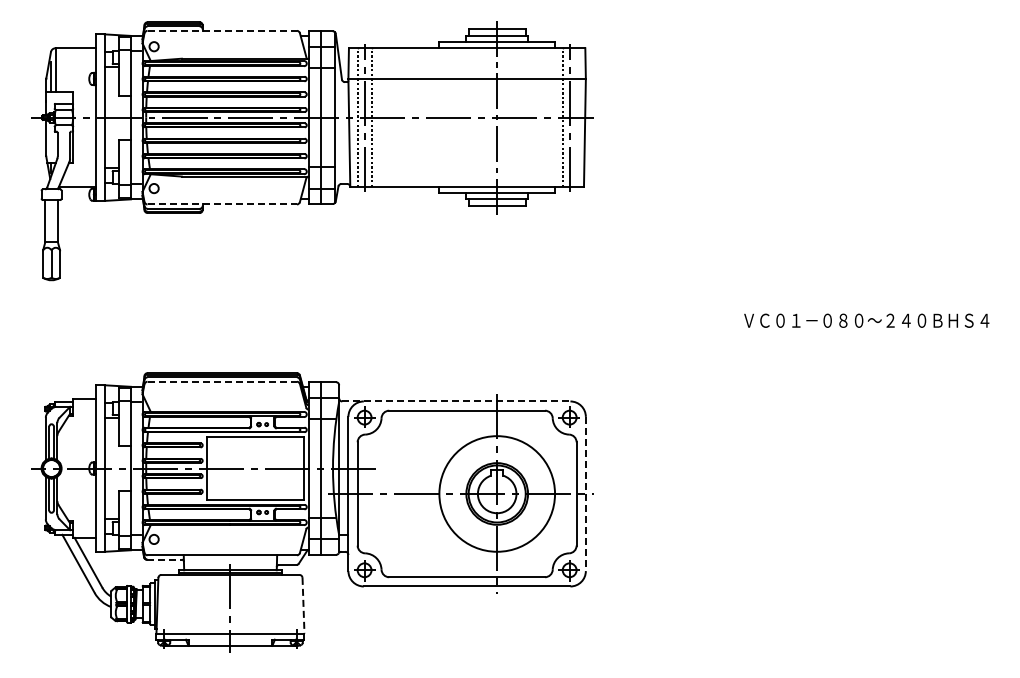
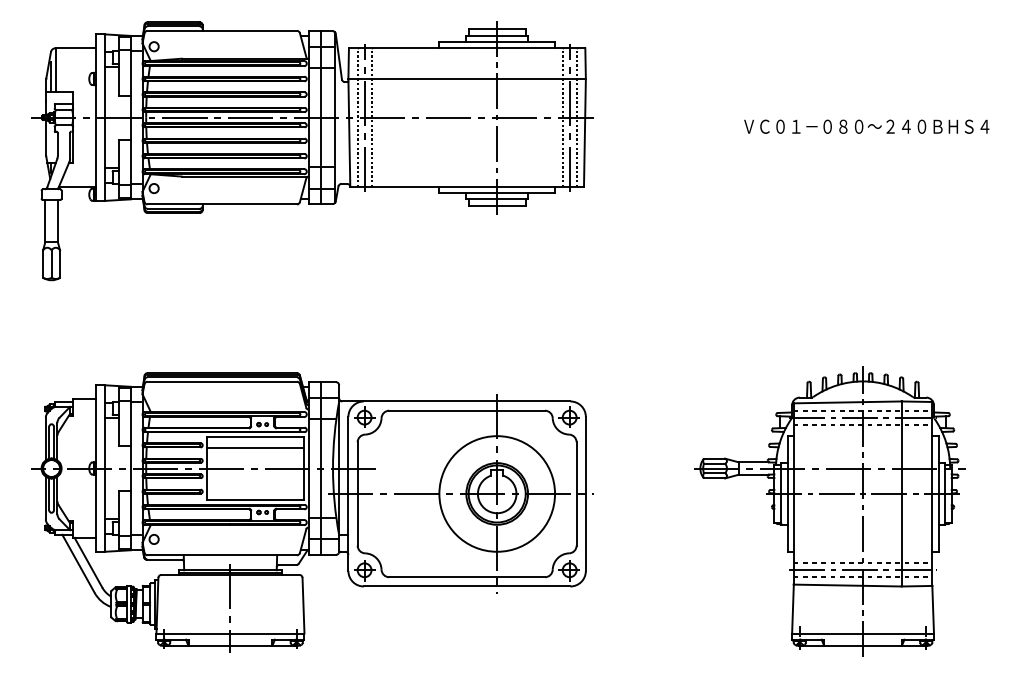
line at (222, 30): dashed -> solid
line at (576, 117): none -> present
line at (222, 204): dashed -> solid
text at (866, 320) position: (866, 320) -> (866, 126)
line at (222, 381): dashed -> solid
line at (456, 401): dashed -> solid
line at (255, 448): none -> present
line at (585, 494): dashed -> solid
part at (829, 511): none -> present
line at (164, 559): dashed -> solid
line at (303, 605): dashed -> solid
